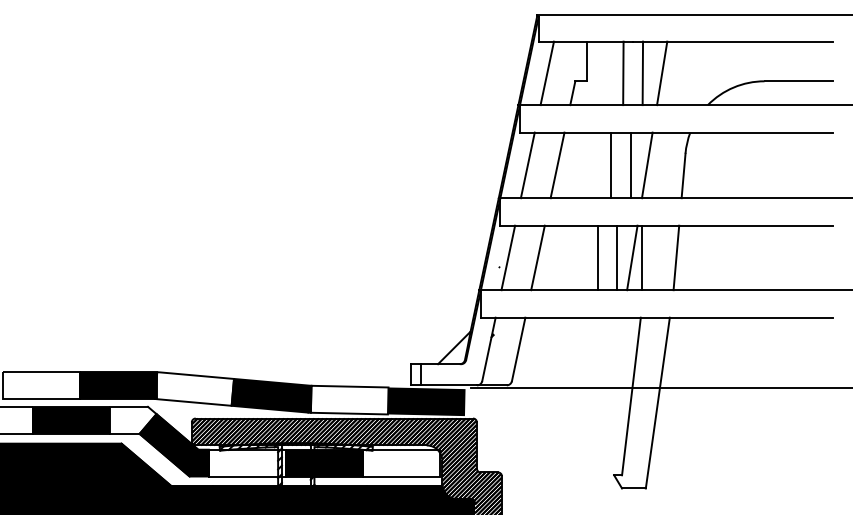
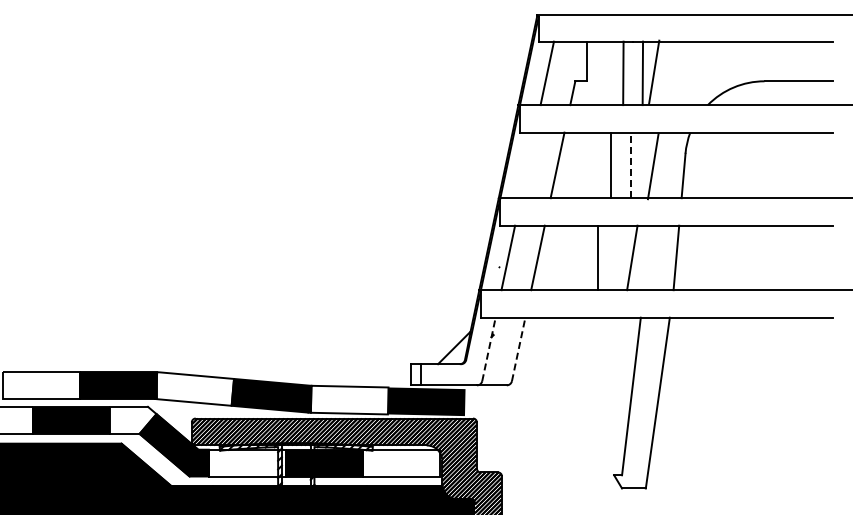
line at (662, 73) position: (662, 73) -> (654, 72)
line at (527, 165): present -> none
line at (630, 165): solid -> dashed
line at (646, 165) position: (646, 165) -> (652, 166)
line at (617, 257): present -> none
line at (641, 257): present -> none
line at (489, 348): solid -> dashed
line at (518, 348): solid -> dashed
line at (660, 388): present -> none
